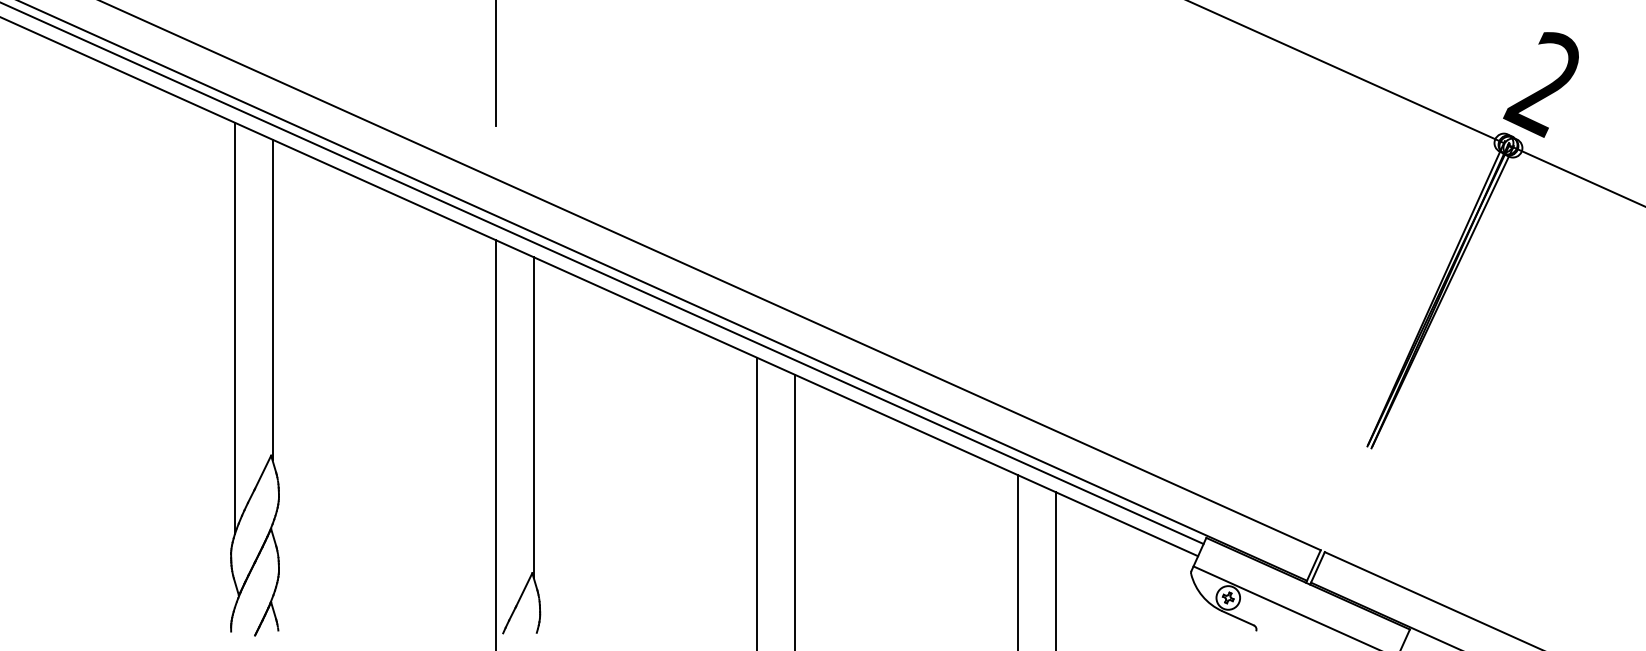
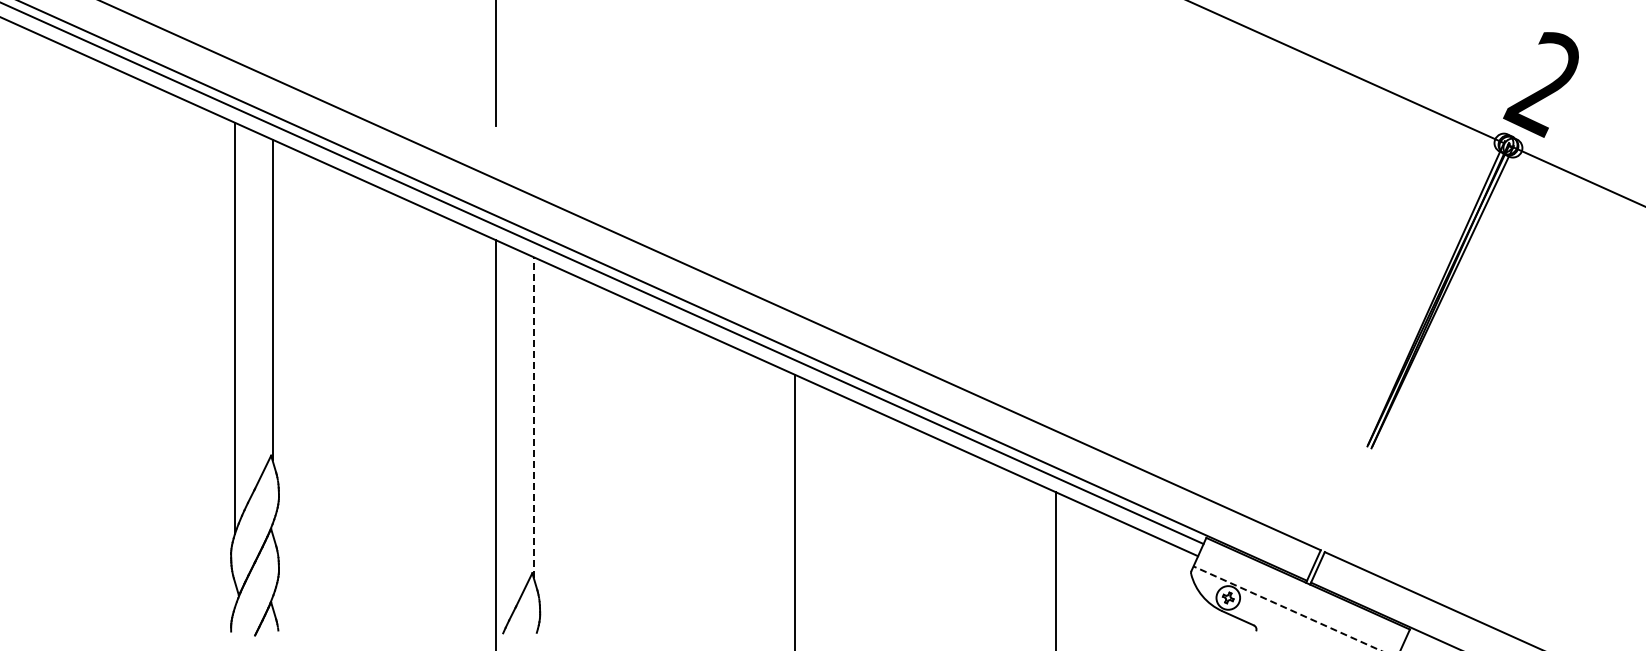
line at (533, 417): solid -> dashed
line at (756, 502): present -> none
line at (1018, 561): present -> none
line at (1287, 608): solid -> dashed
